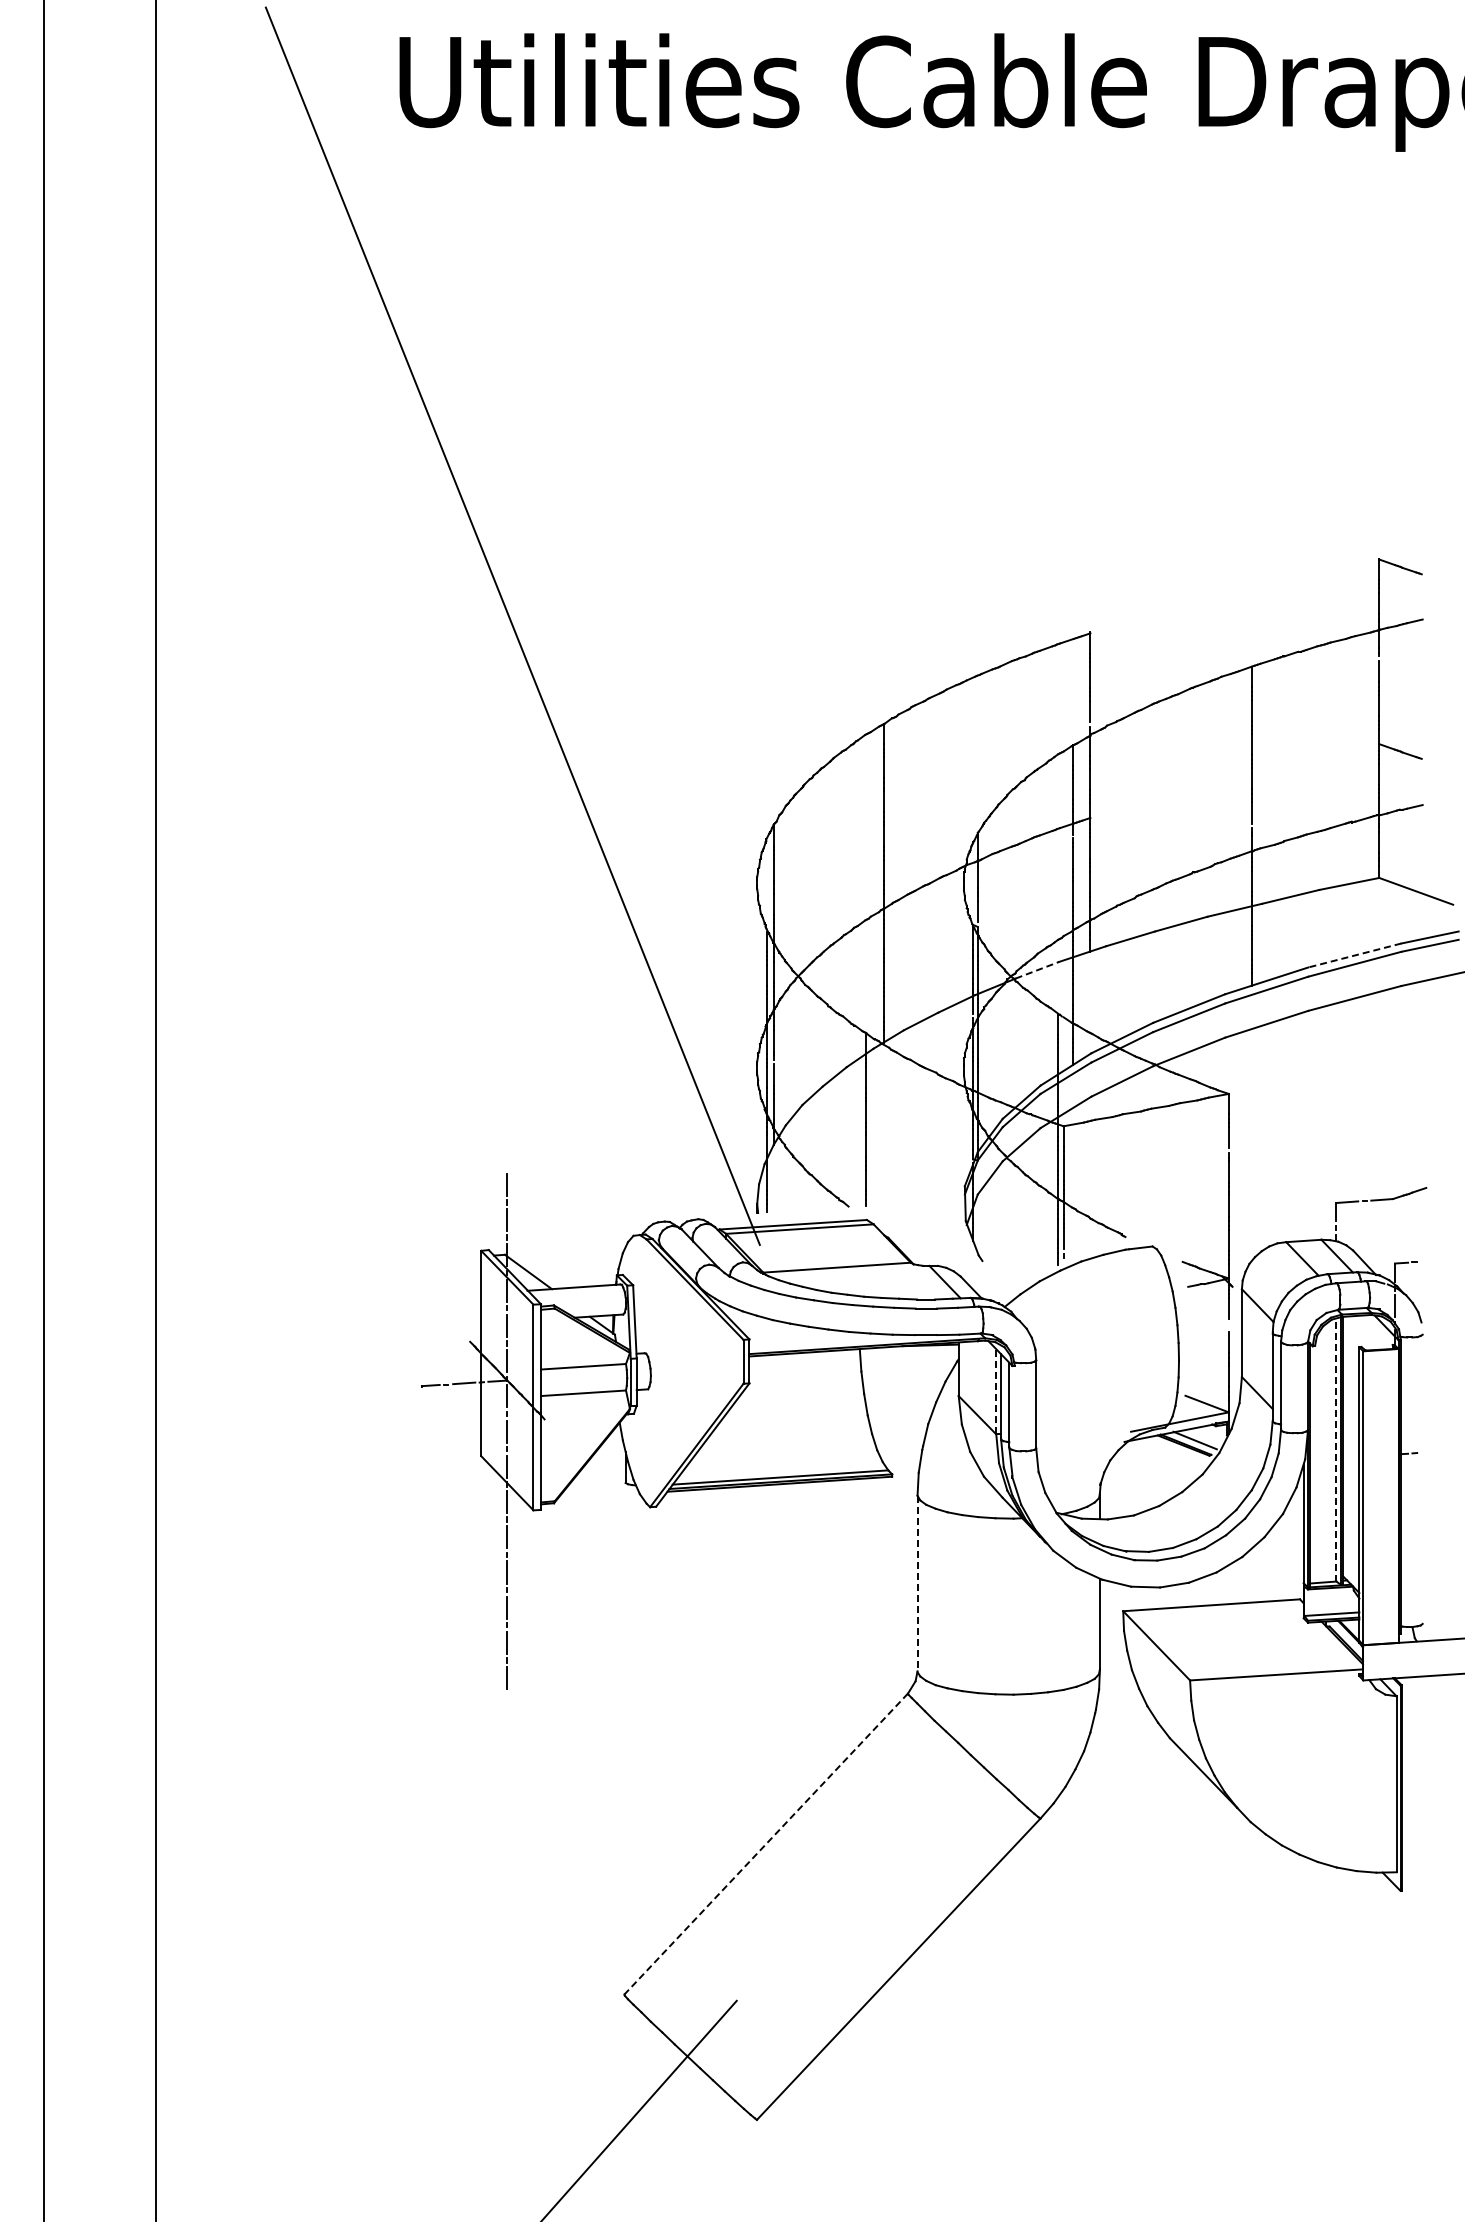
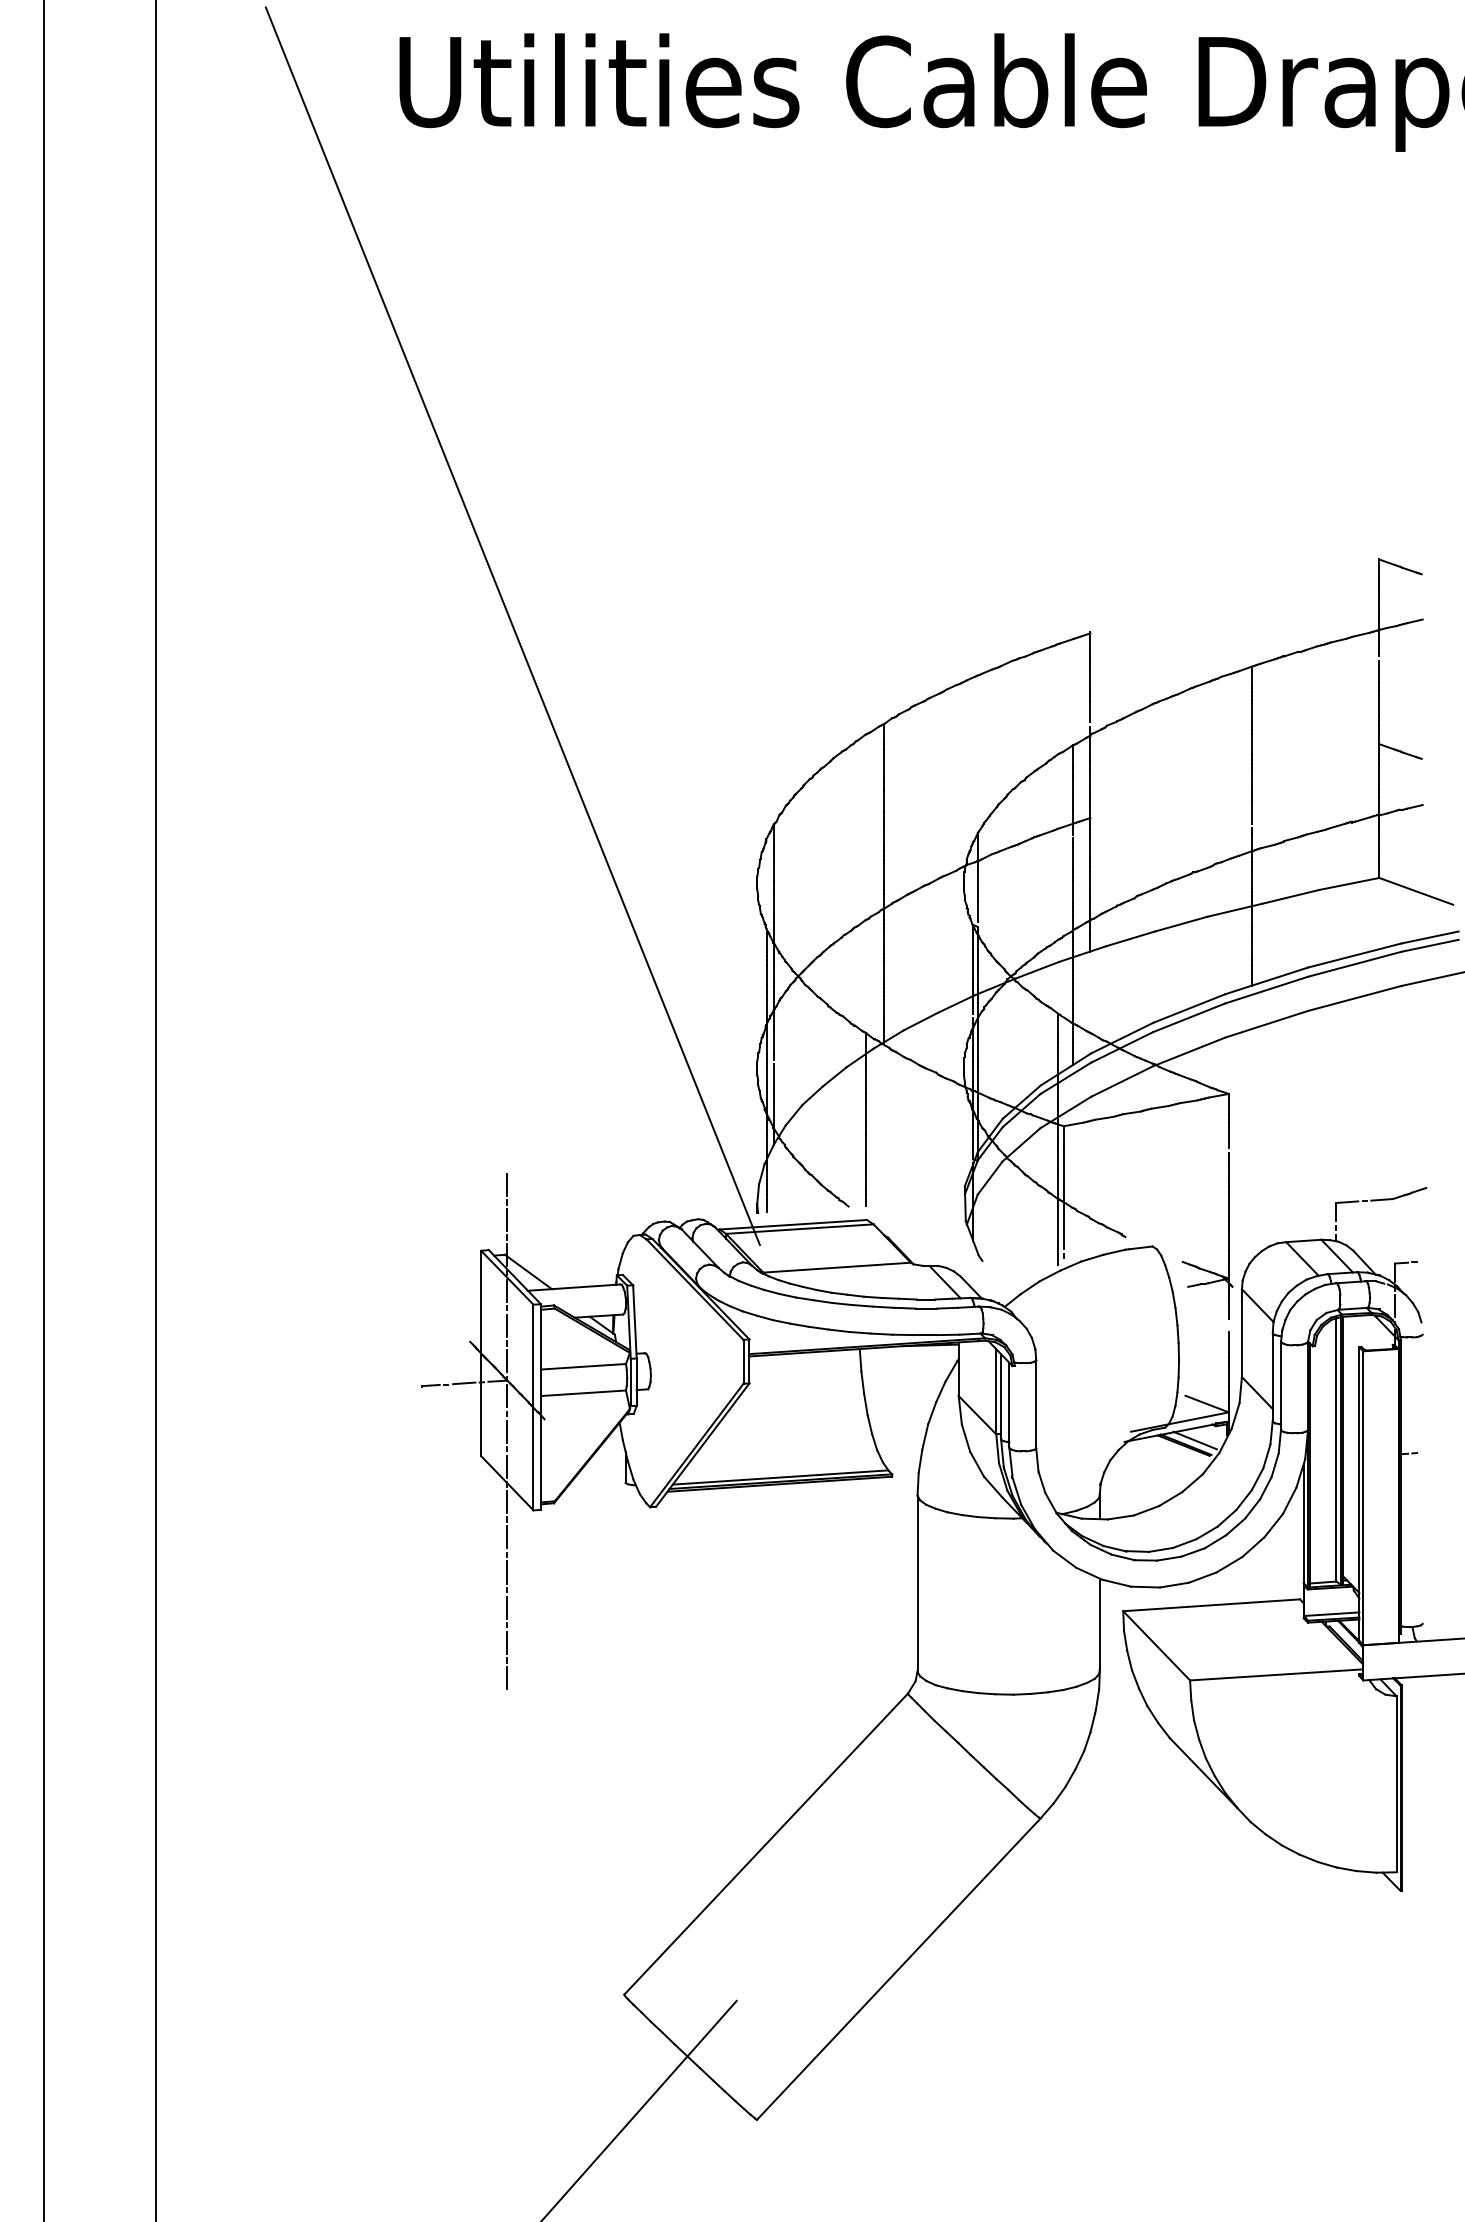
line at (1354, 955): dashed -> solid
line at (1037, 970): dashed -> solid
line at (996, 1391): dashed -> solid
line at (1336, 1450): dashed -> solid
line at (917, 1584): dashed -> solid
line at (766, 1844): dashed -> solid
